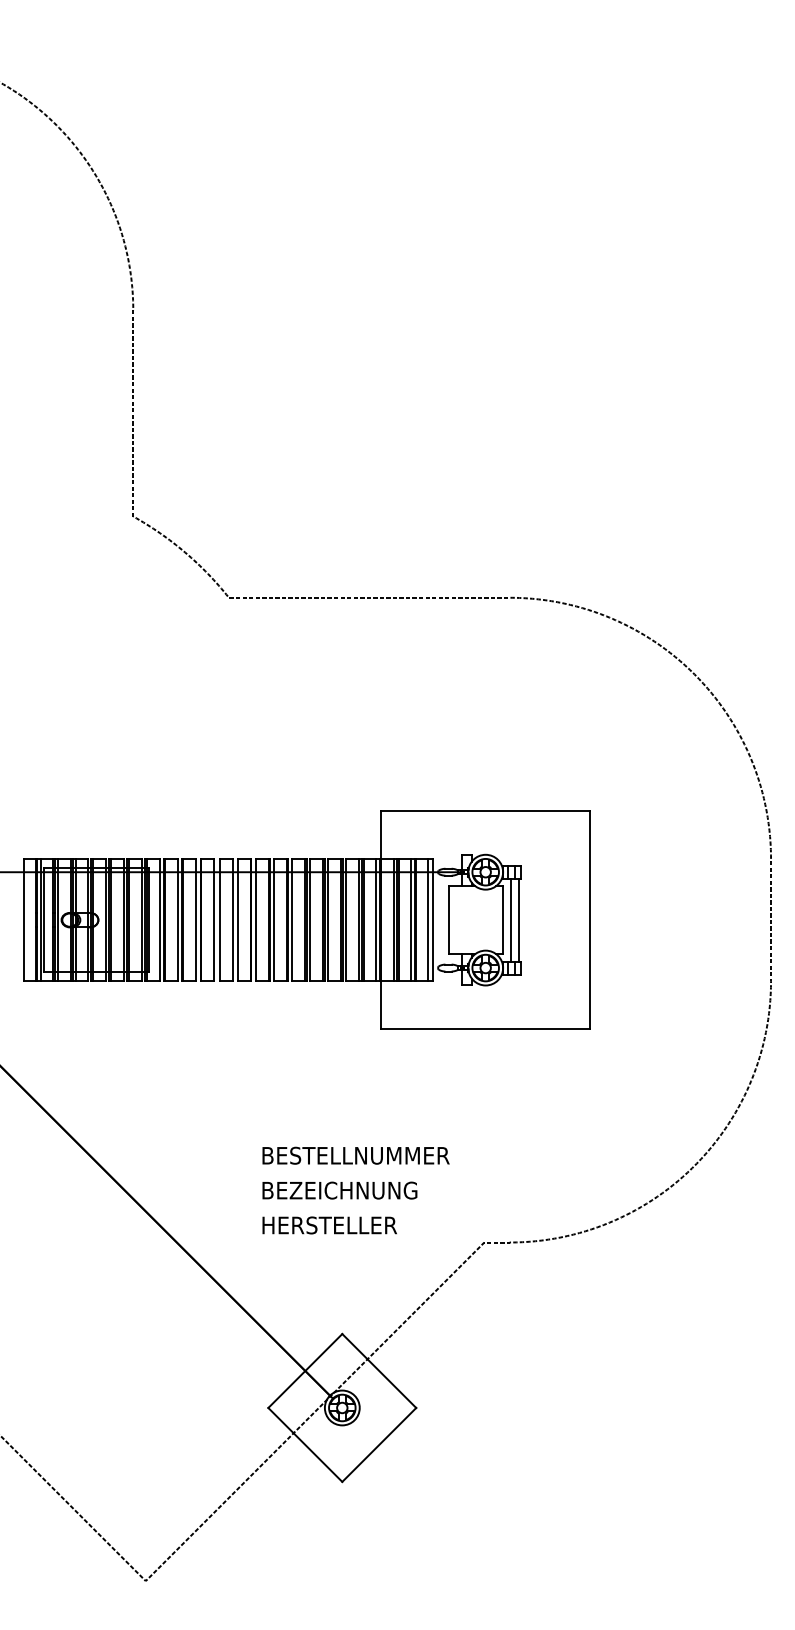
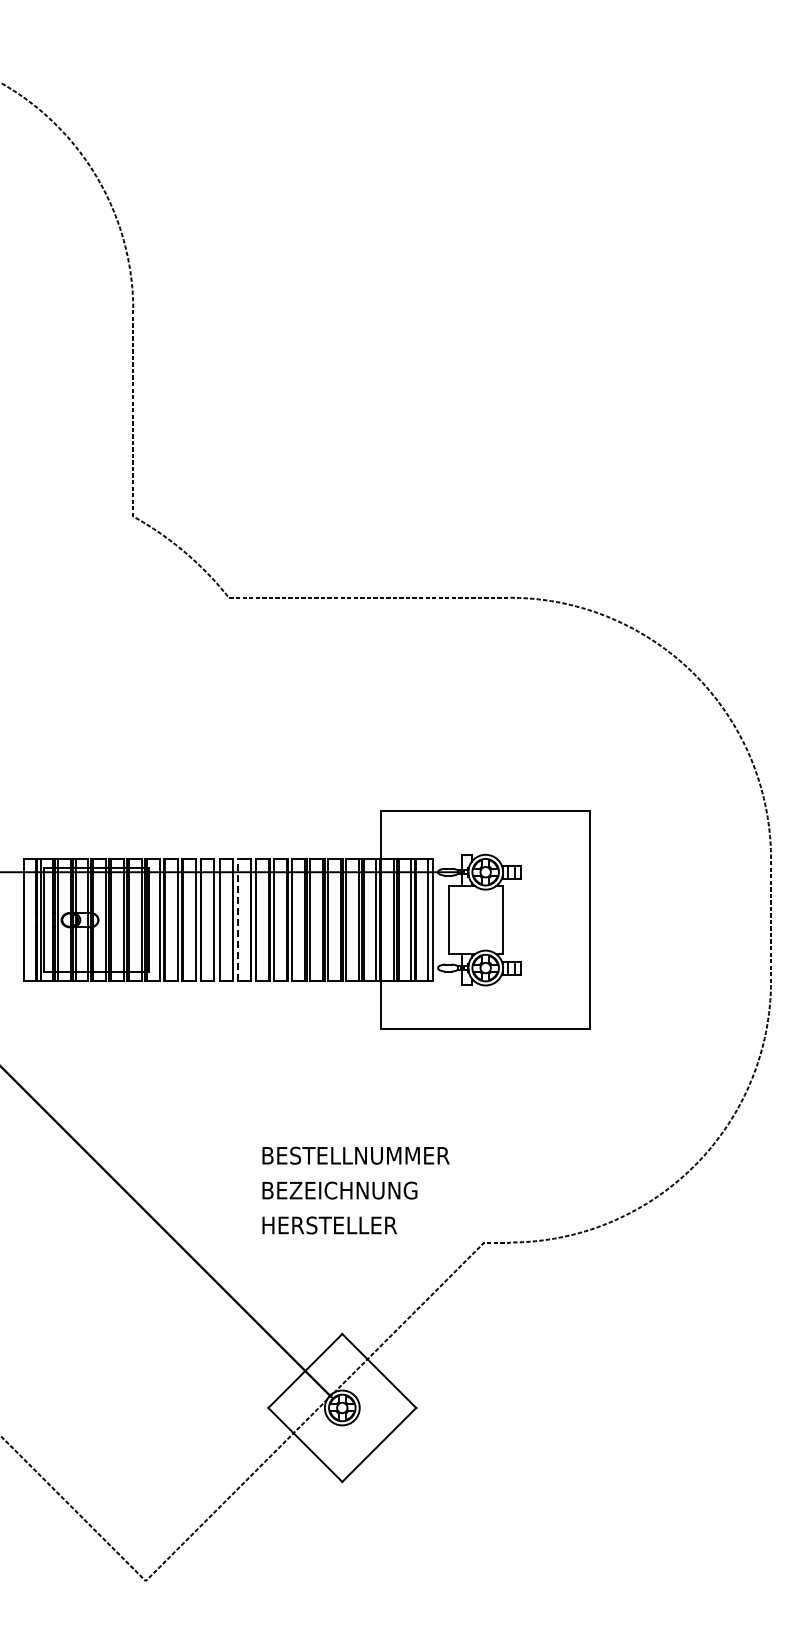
line at (511, 919): present -> none
line at (518, 919): present -> none
line at (237, 920): solid -> dashed
